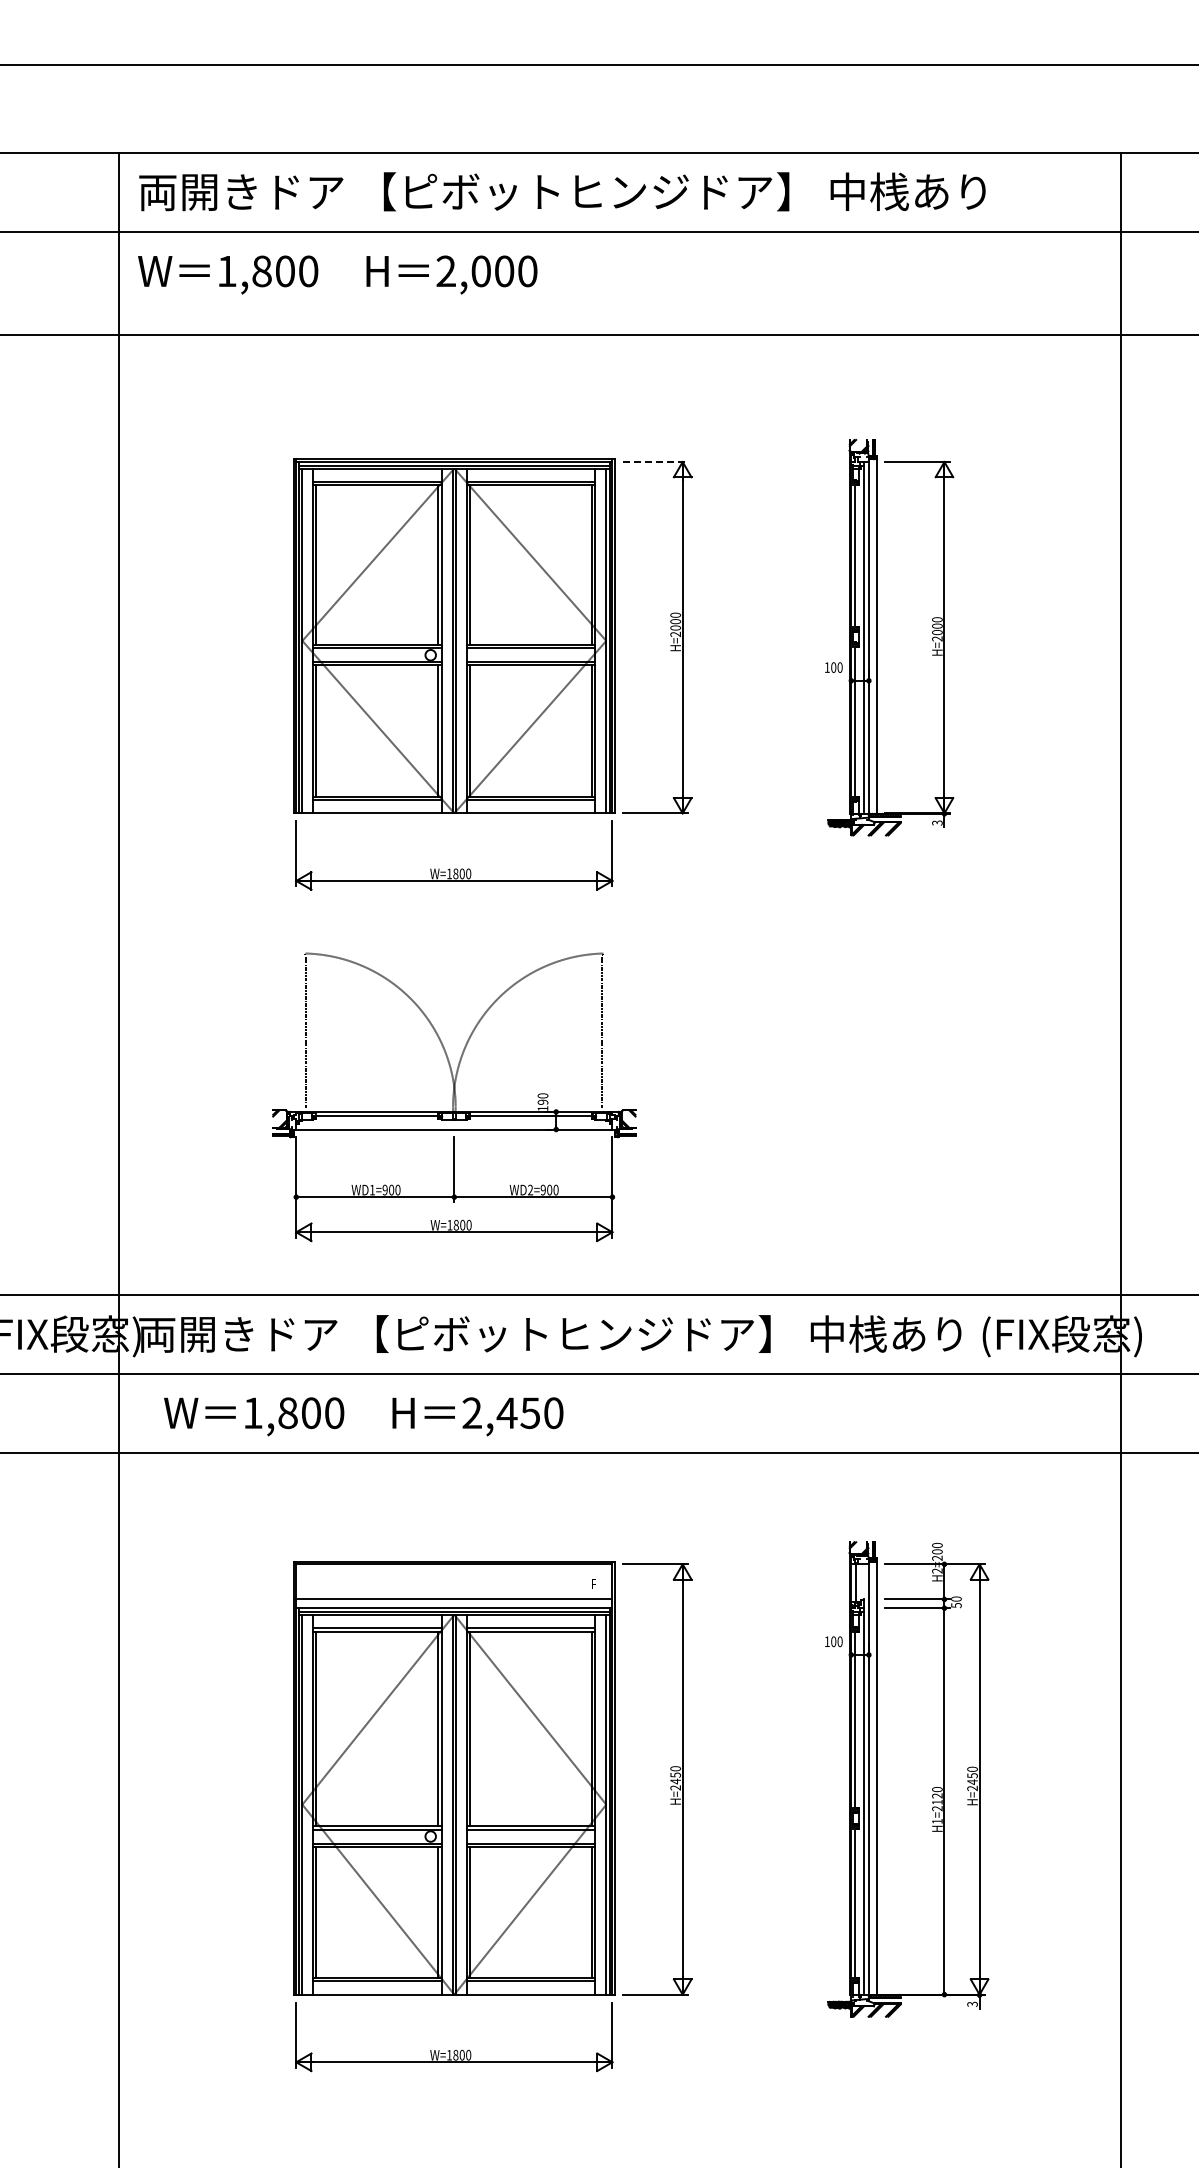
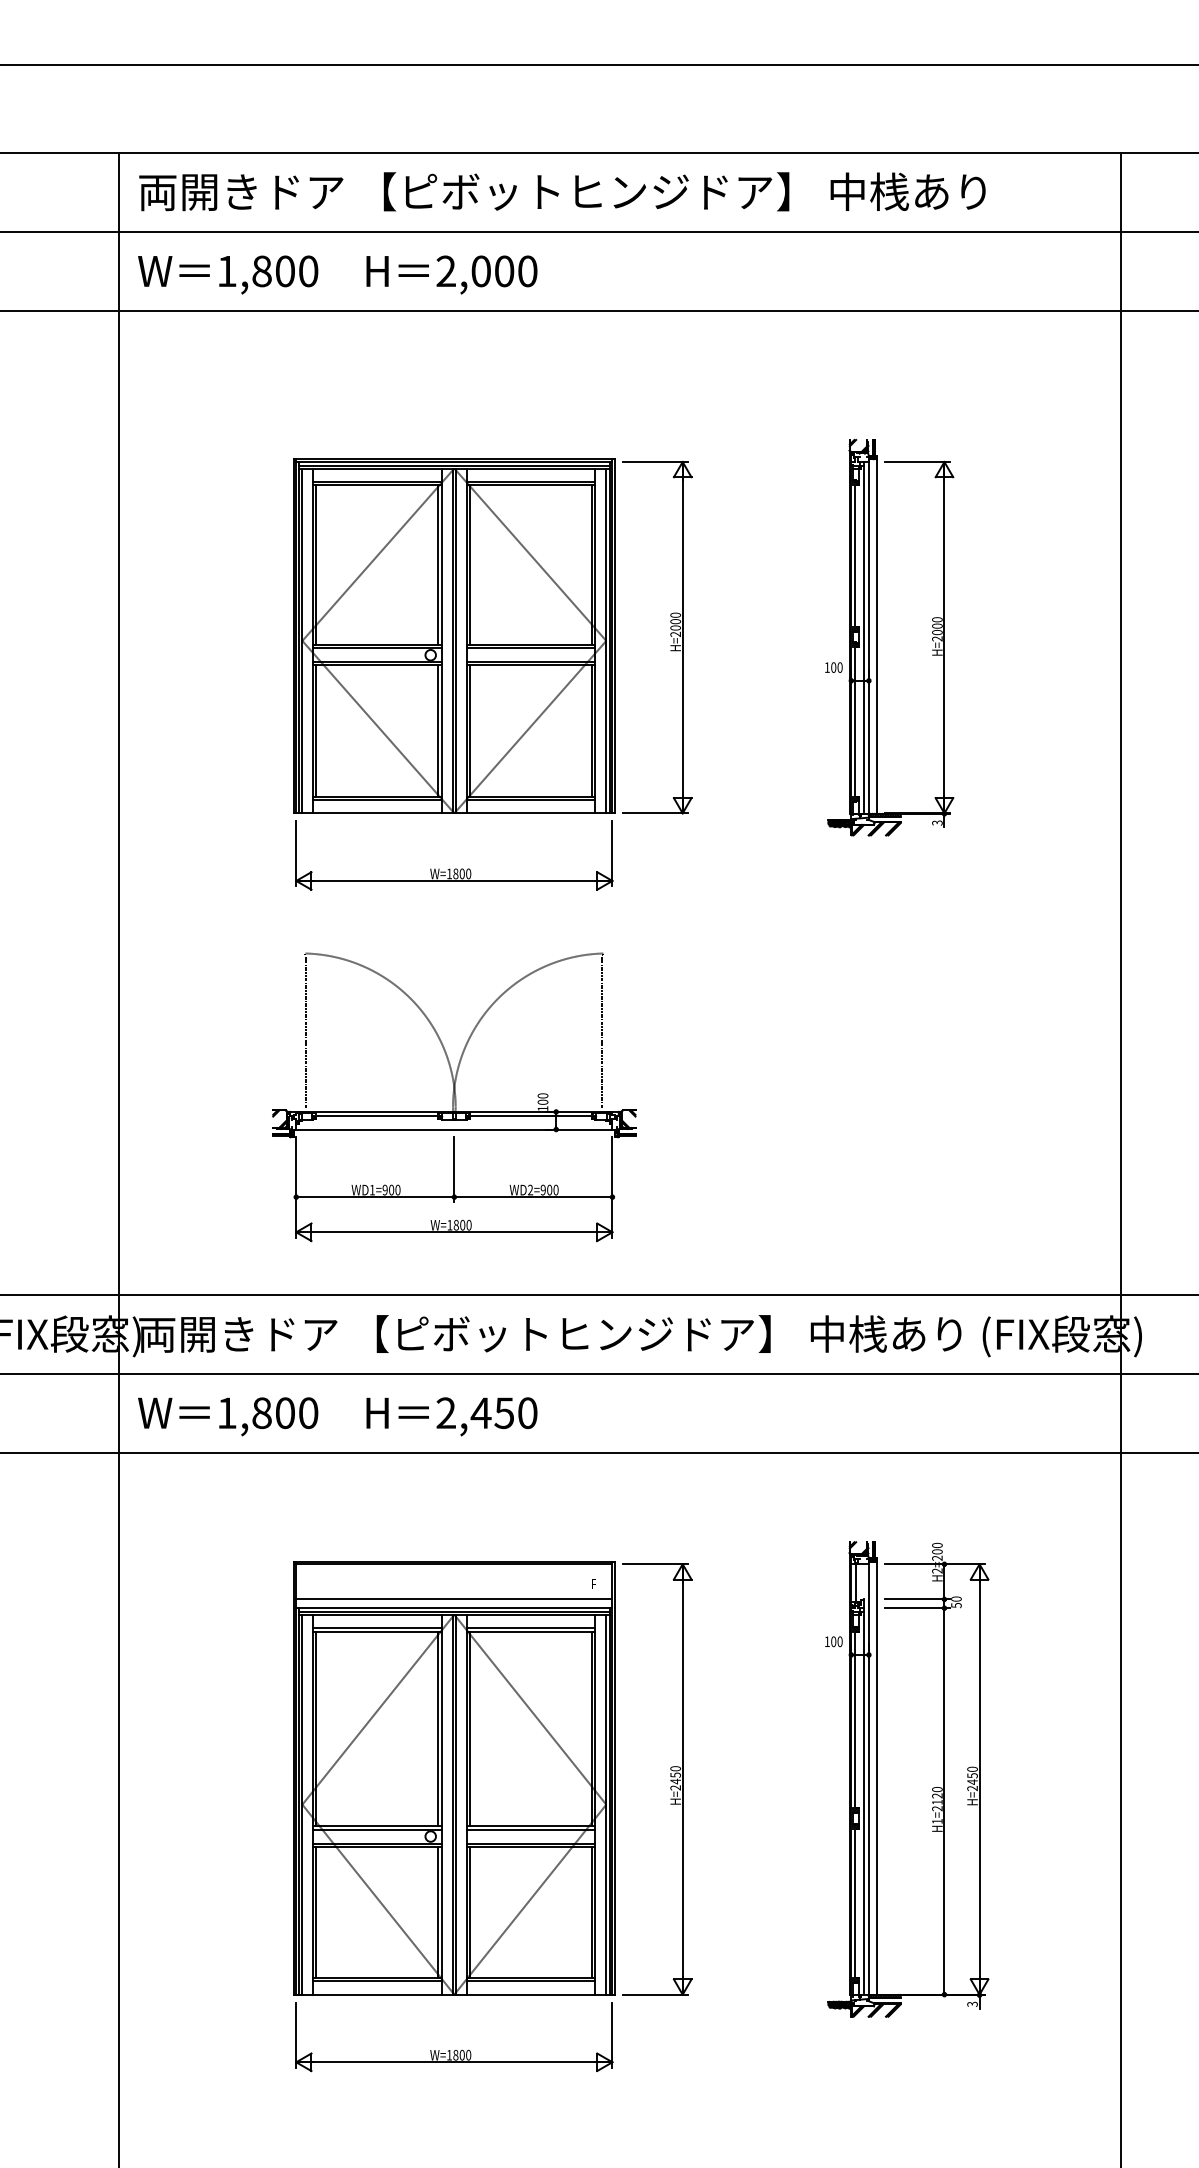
line at (598, 334) position: (598, 334) -> (598, 310)
line at (655, 462): dashed -> solid
text at (543, 1101): 190 -> 100
text at (363, 1416) position: (363, 1416) -> (337, 1416)
